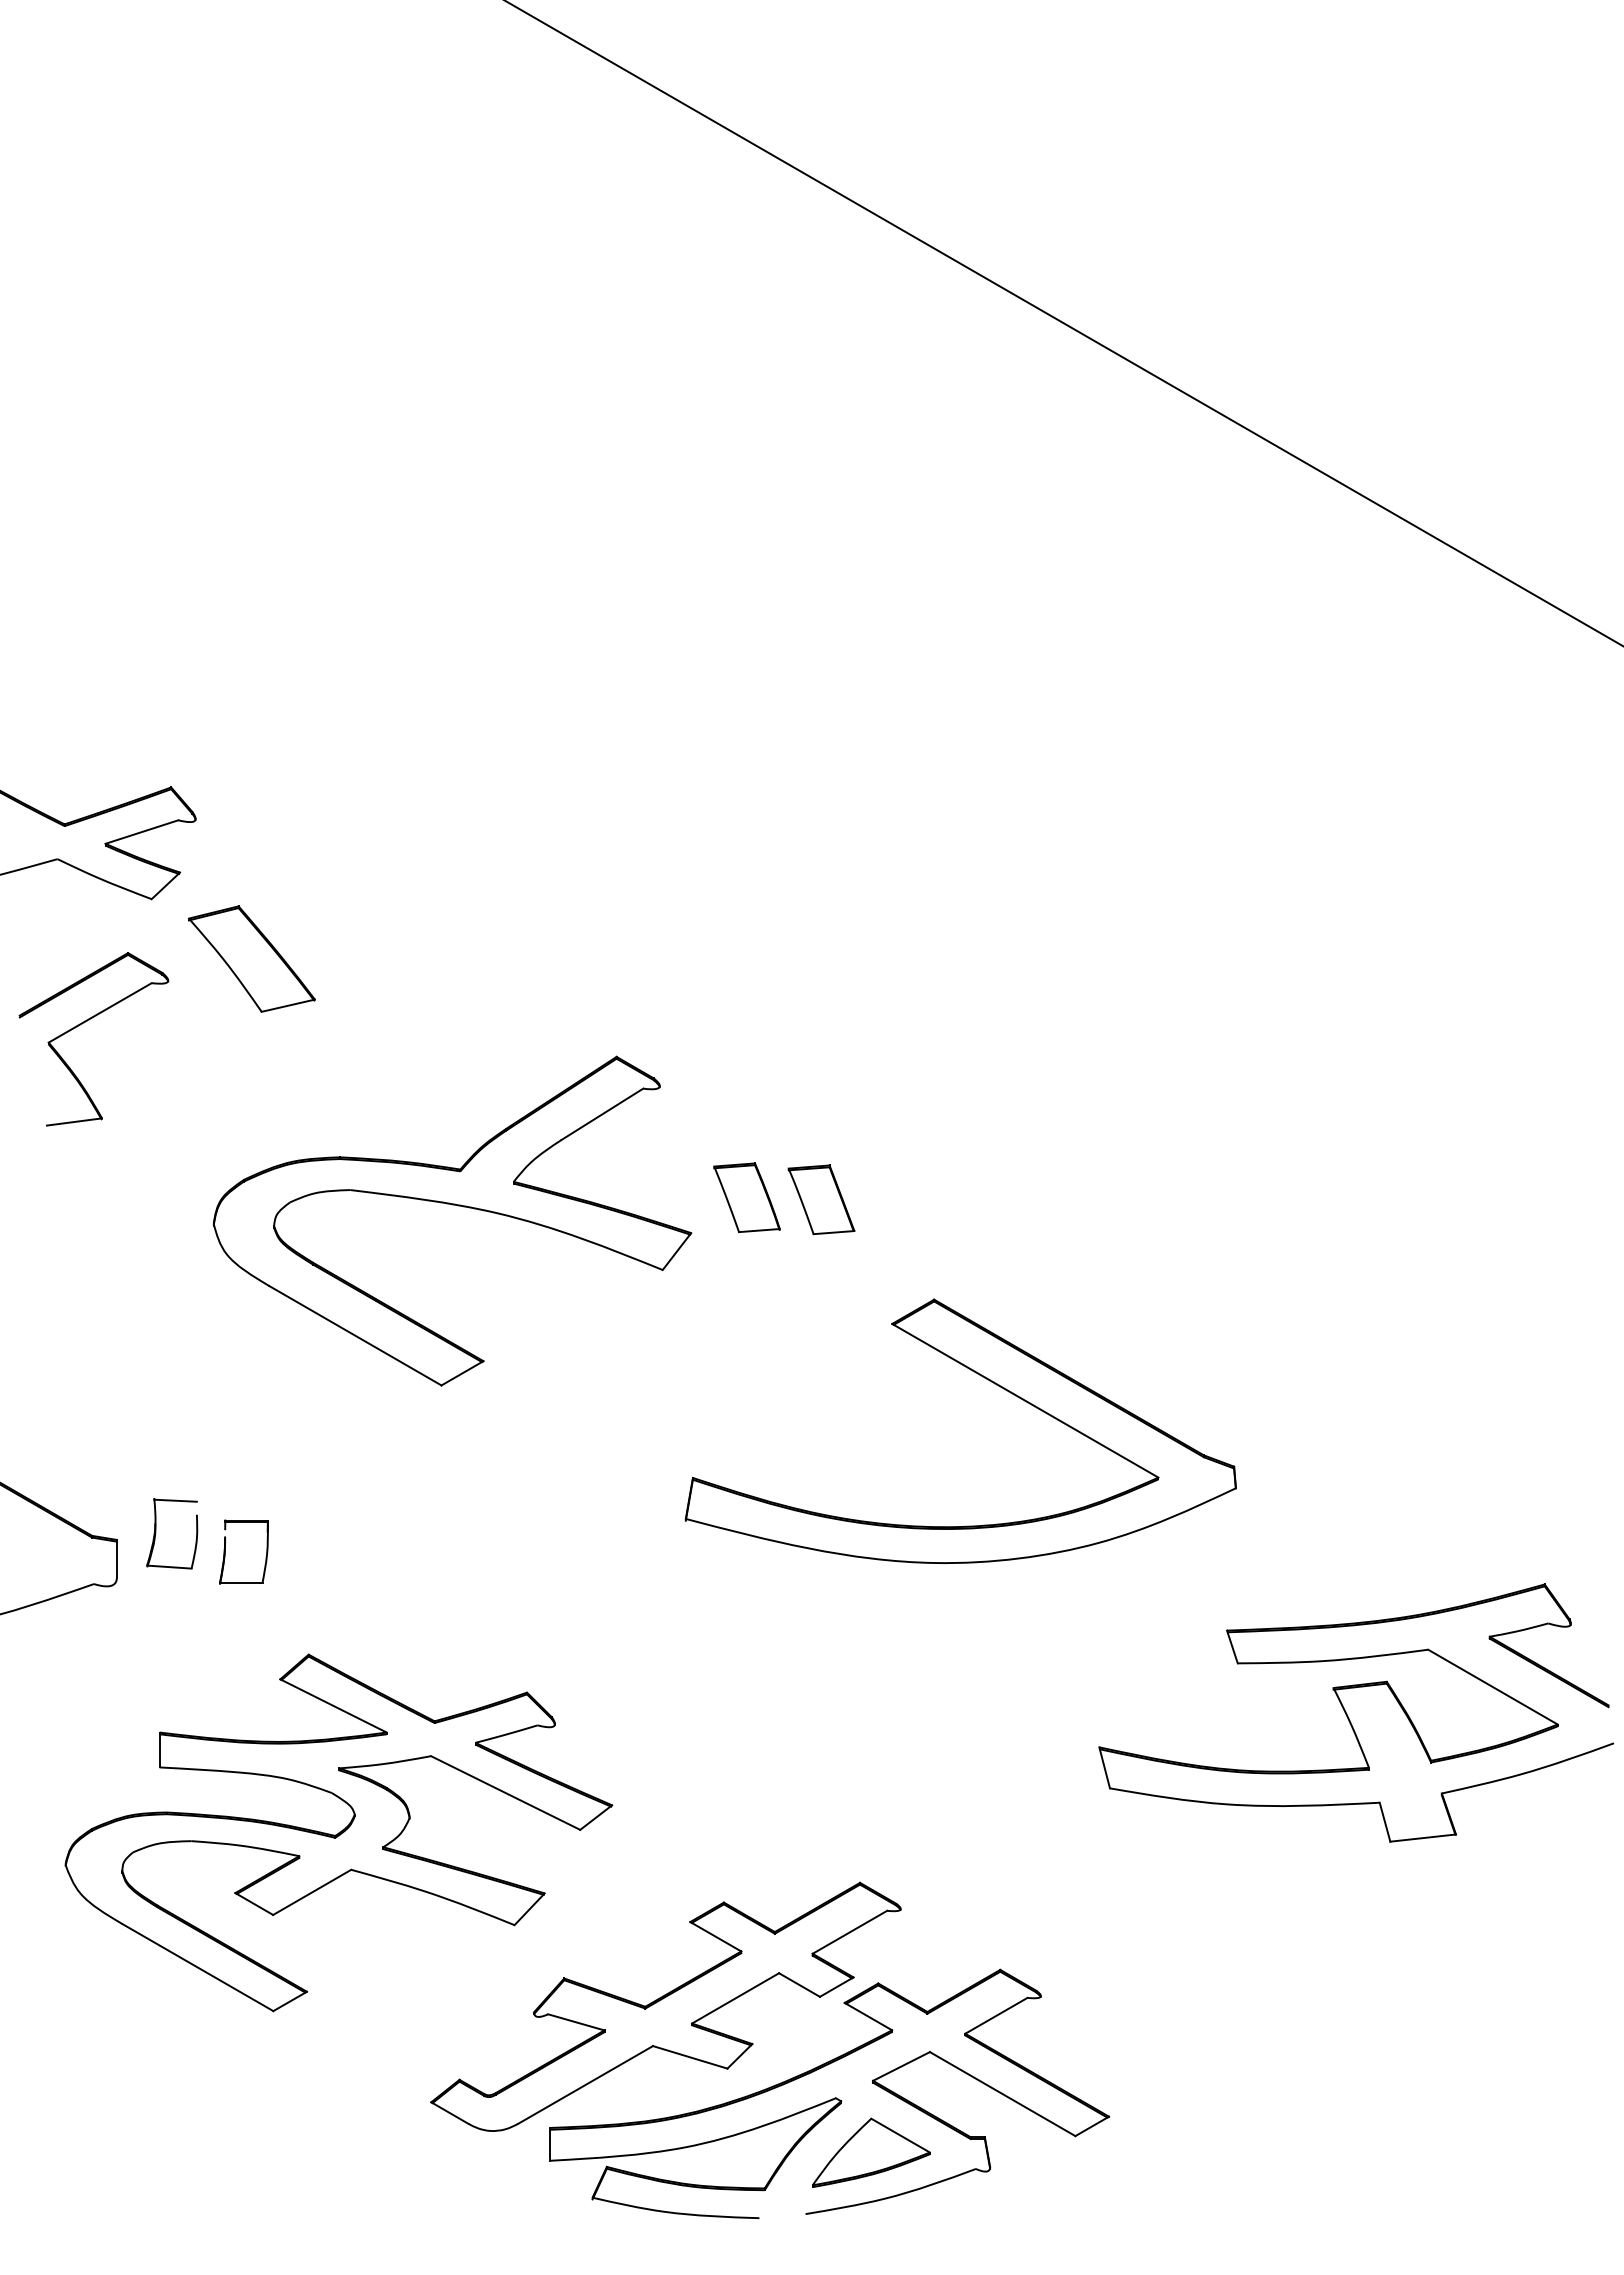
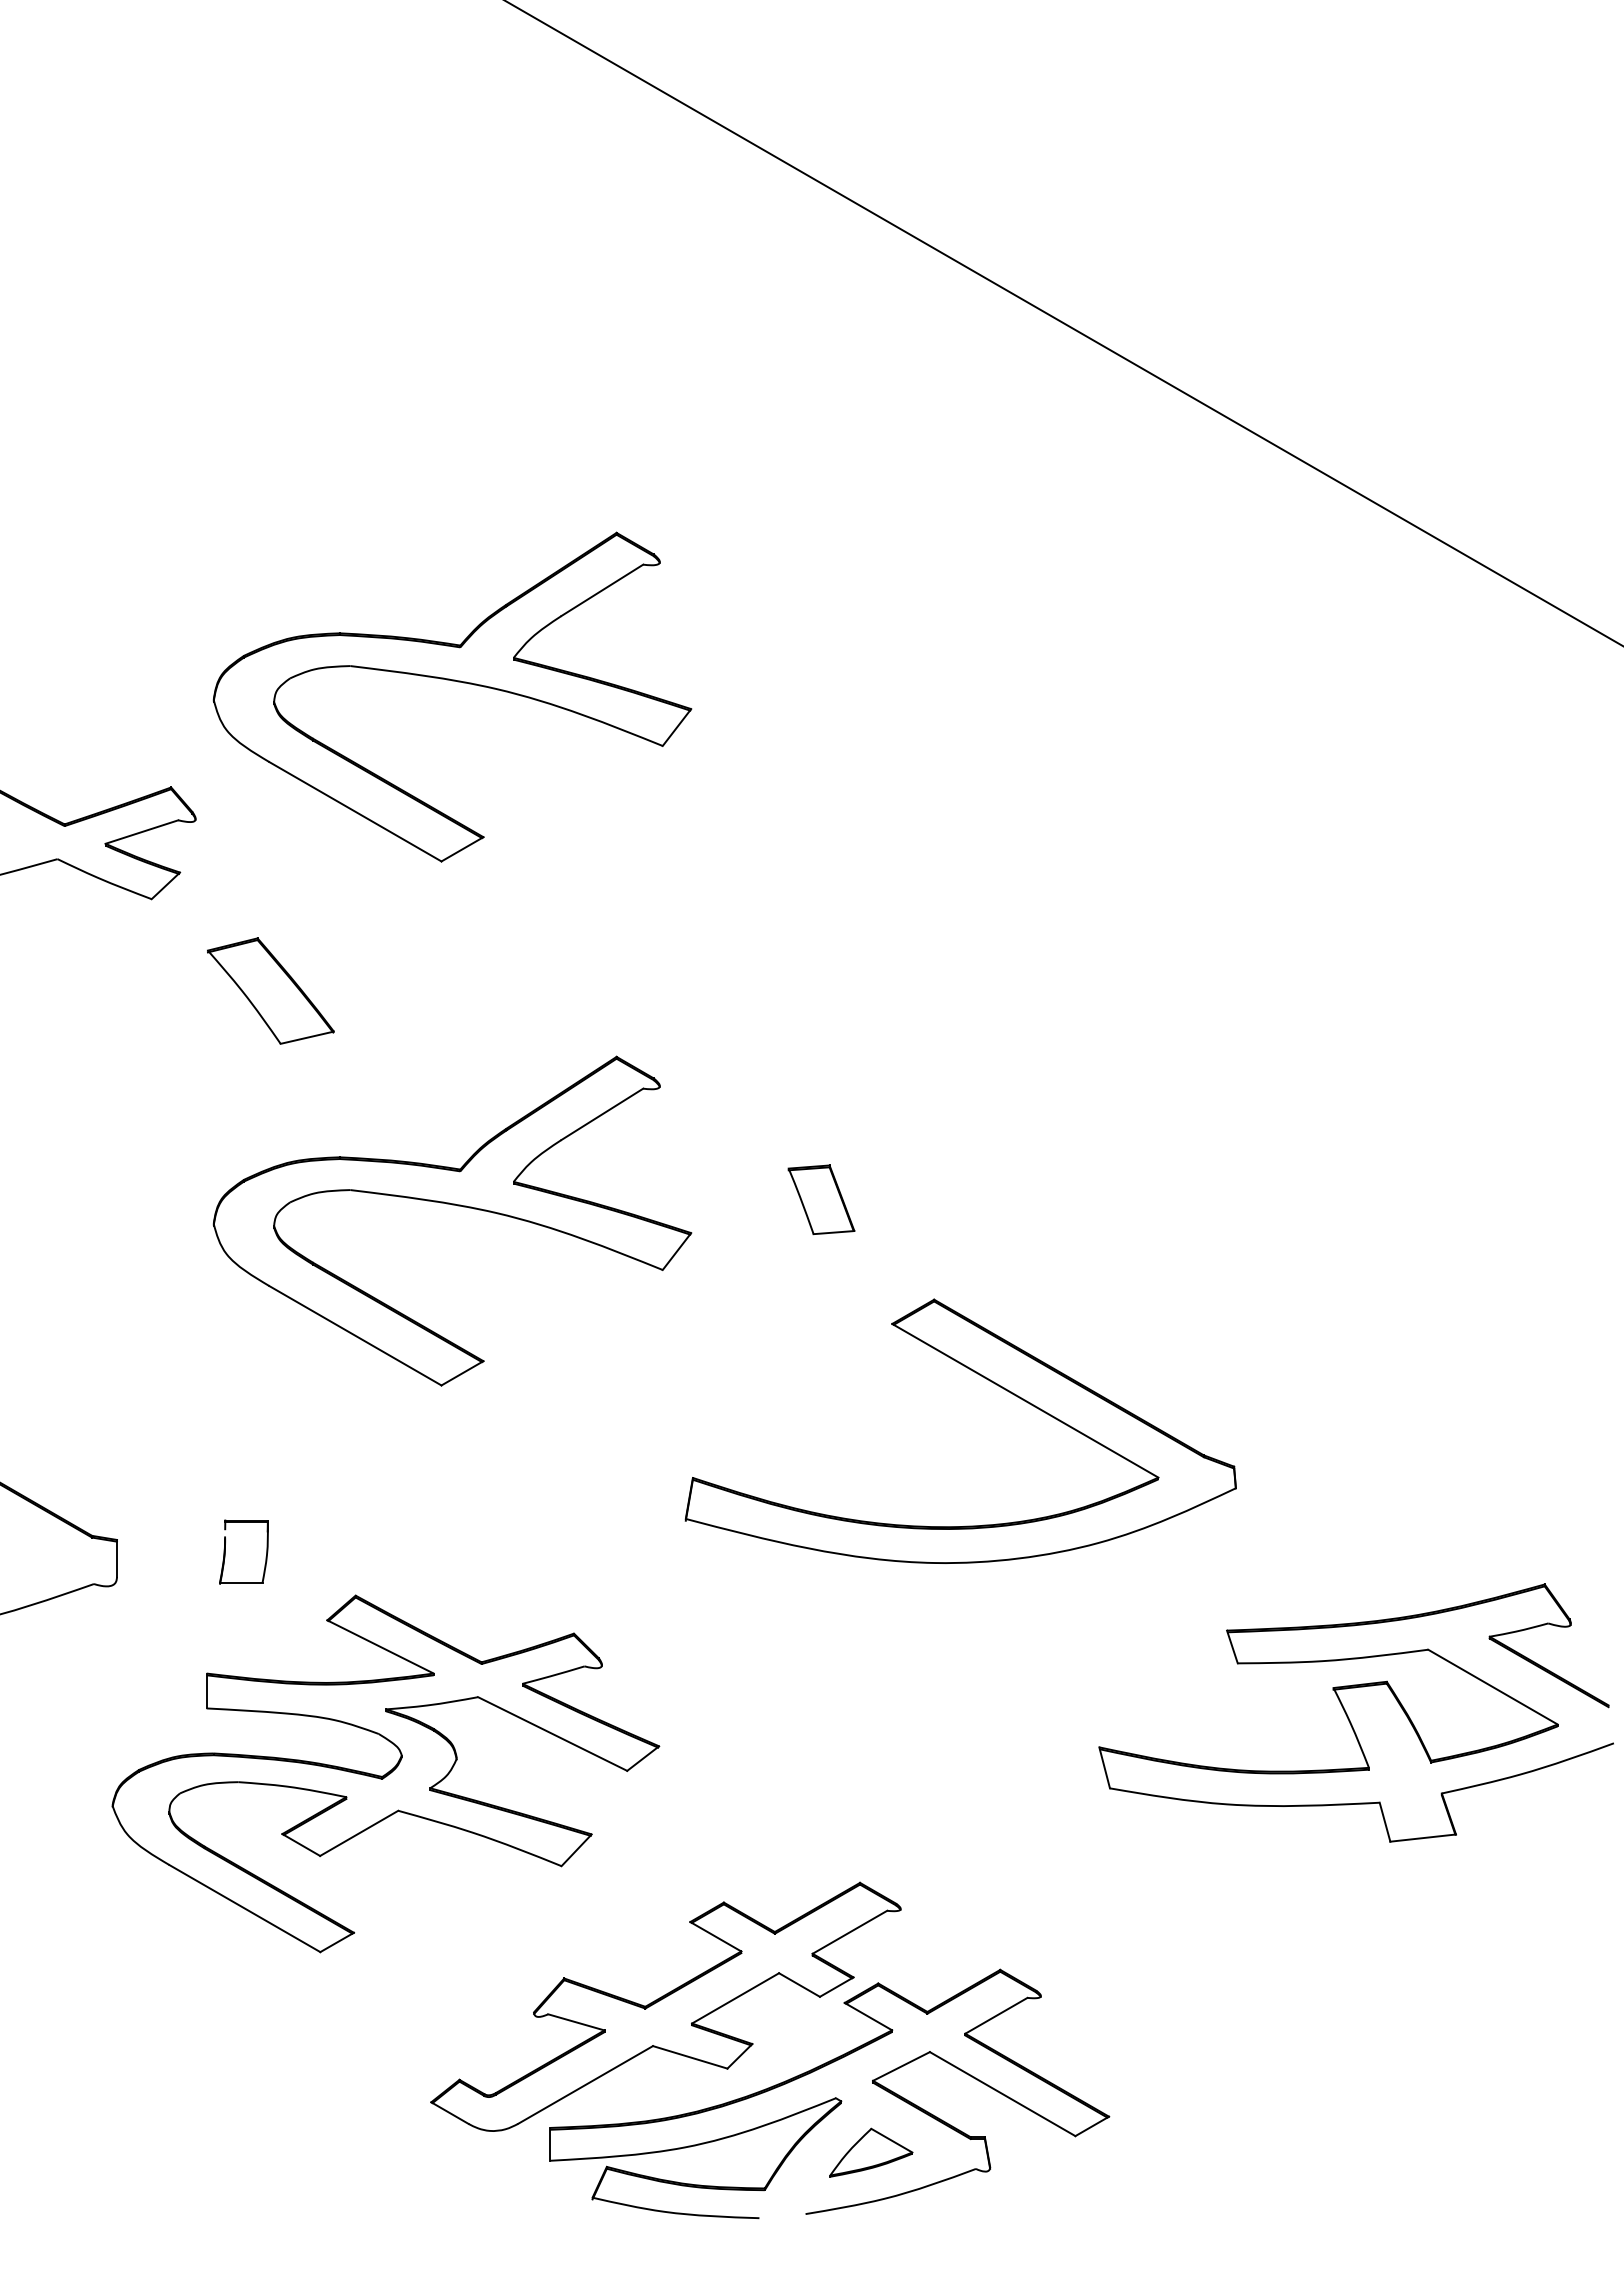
part at (457, 682): none -> present
part at (251, 958) position: (251, 958) -> (270, 990)
part at (82, 1024): present -> none
part at (746, 1197): present -> none
part at (156, 1533): present -> none
part at (338, 1832) position: (338, 1832) -> (385, 1773)
part at (871, 2152) size: 119x71 px -> 85x51 px
